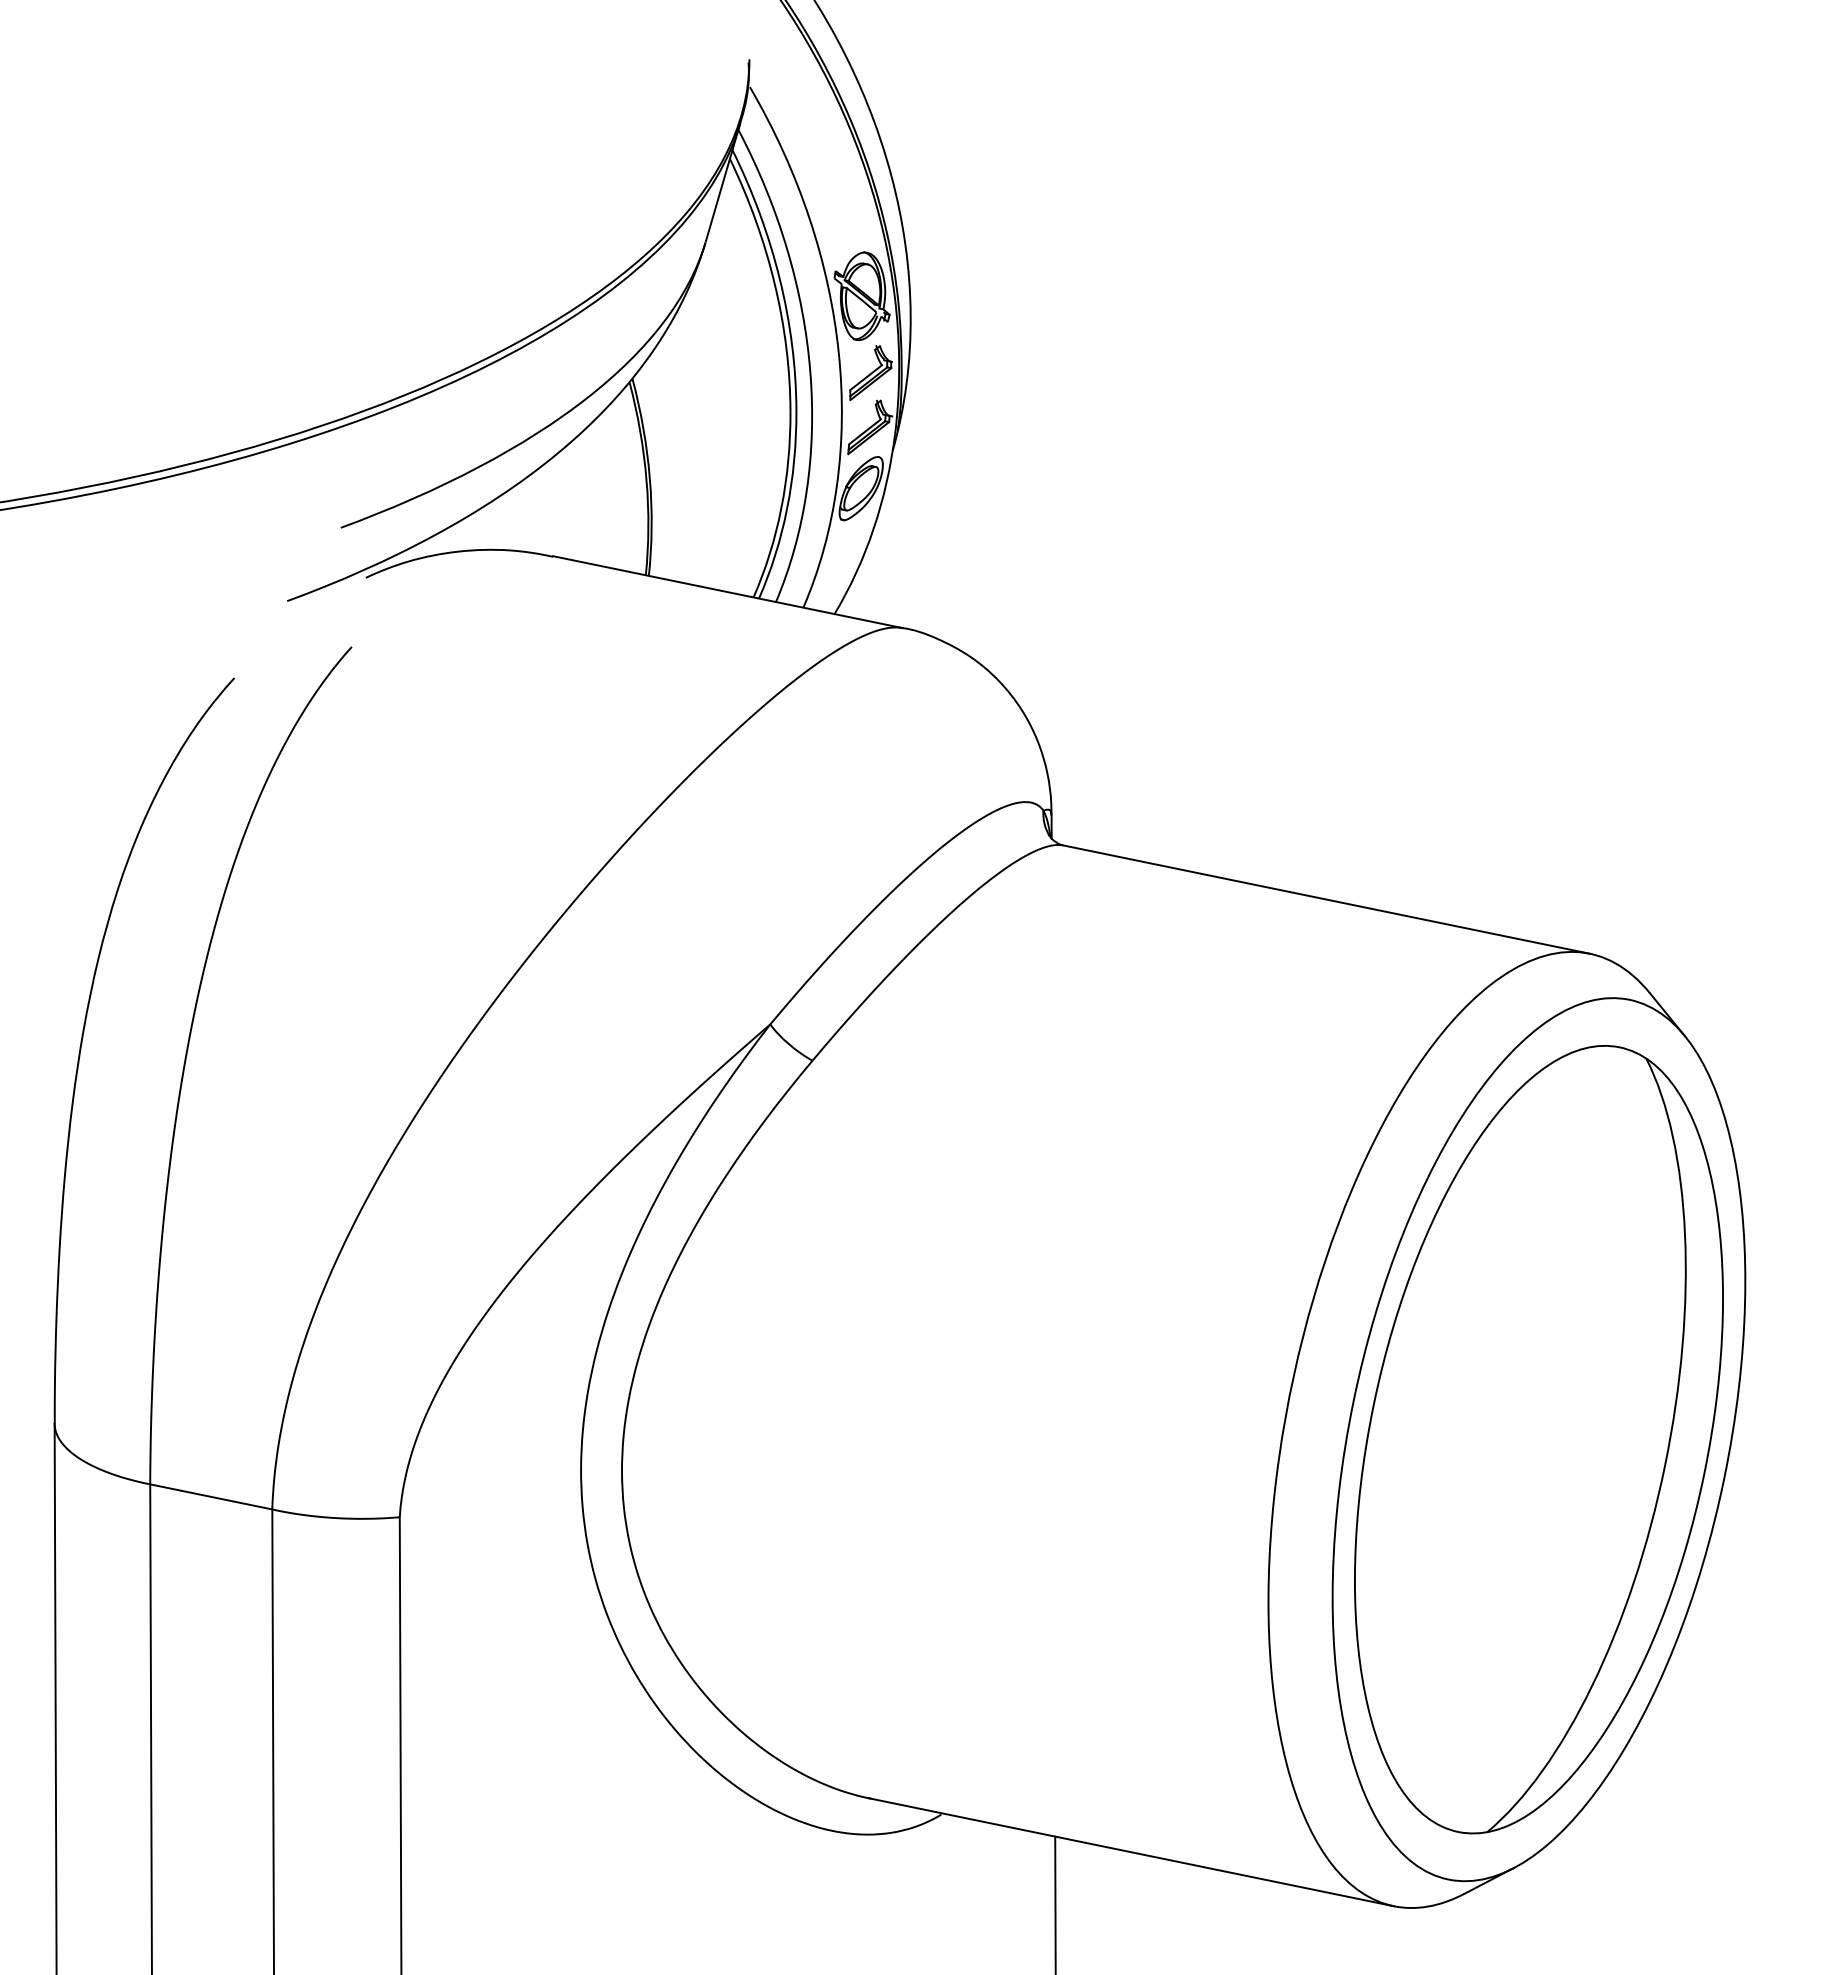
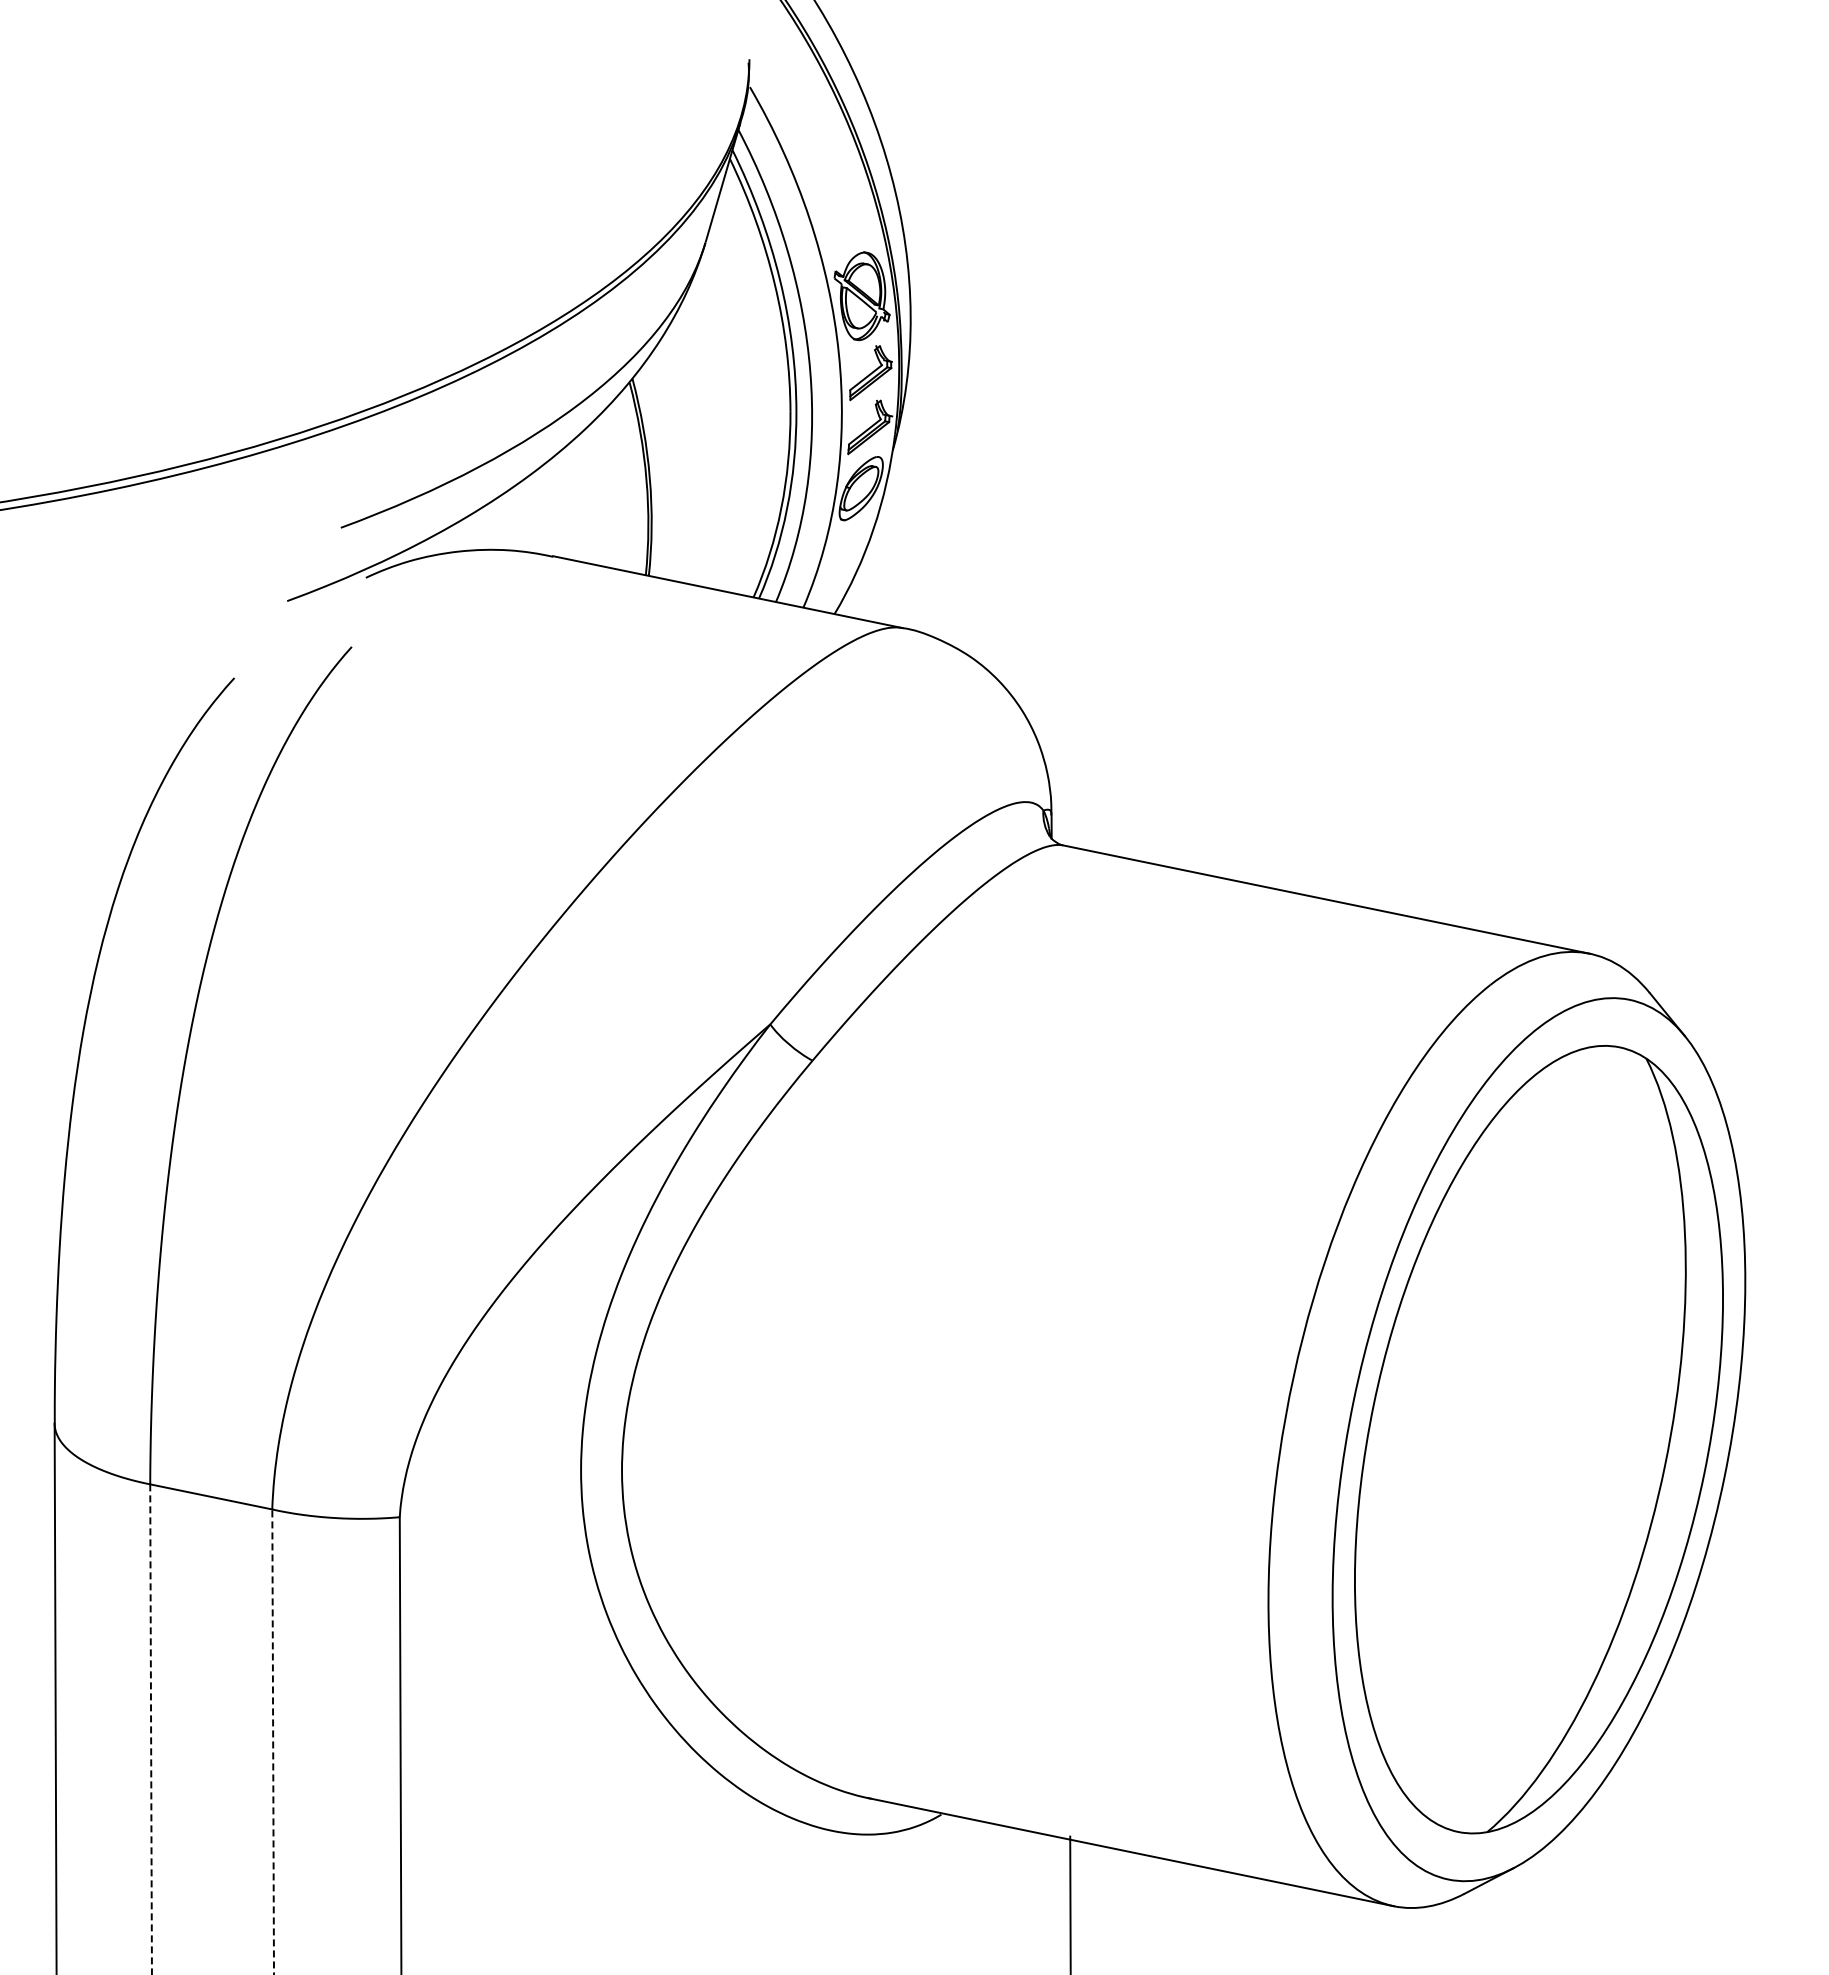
line at (151, 1729): solid -> dashed
line at (273, 1741): solid -> dashed
line at (1055, 1903) position: (1055, 1903) -> (1070, 1903)
